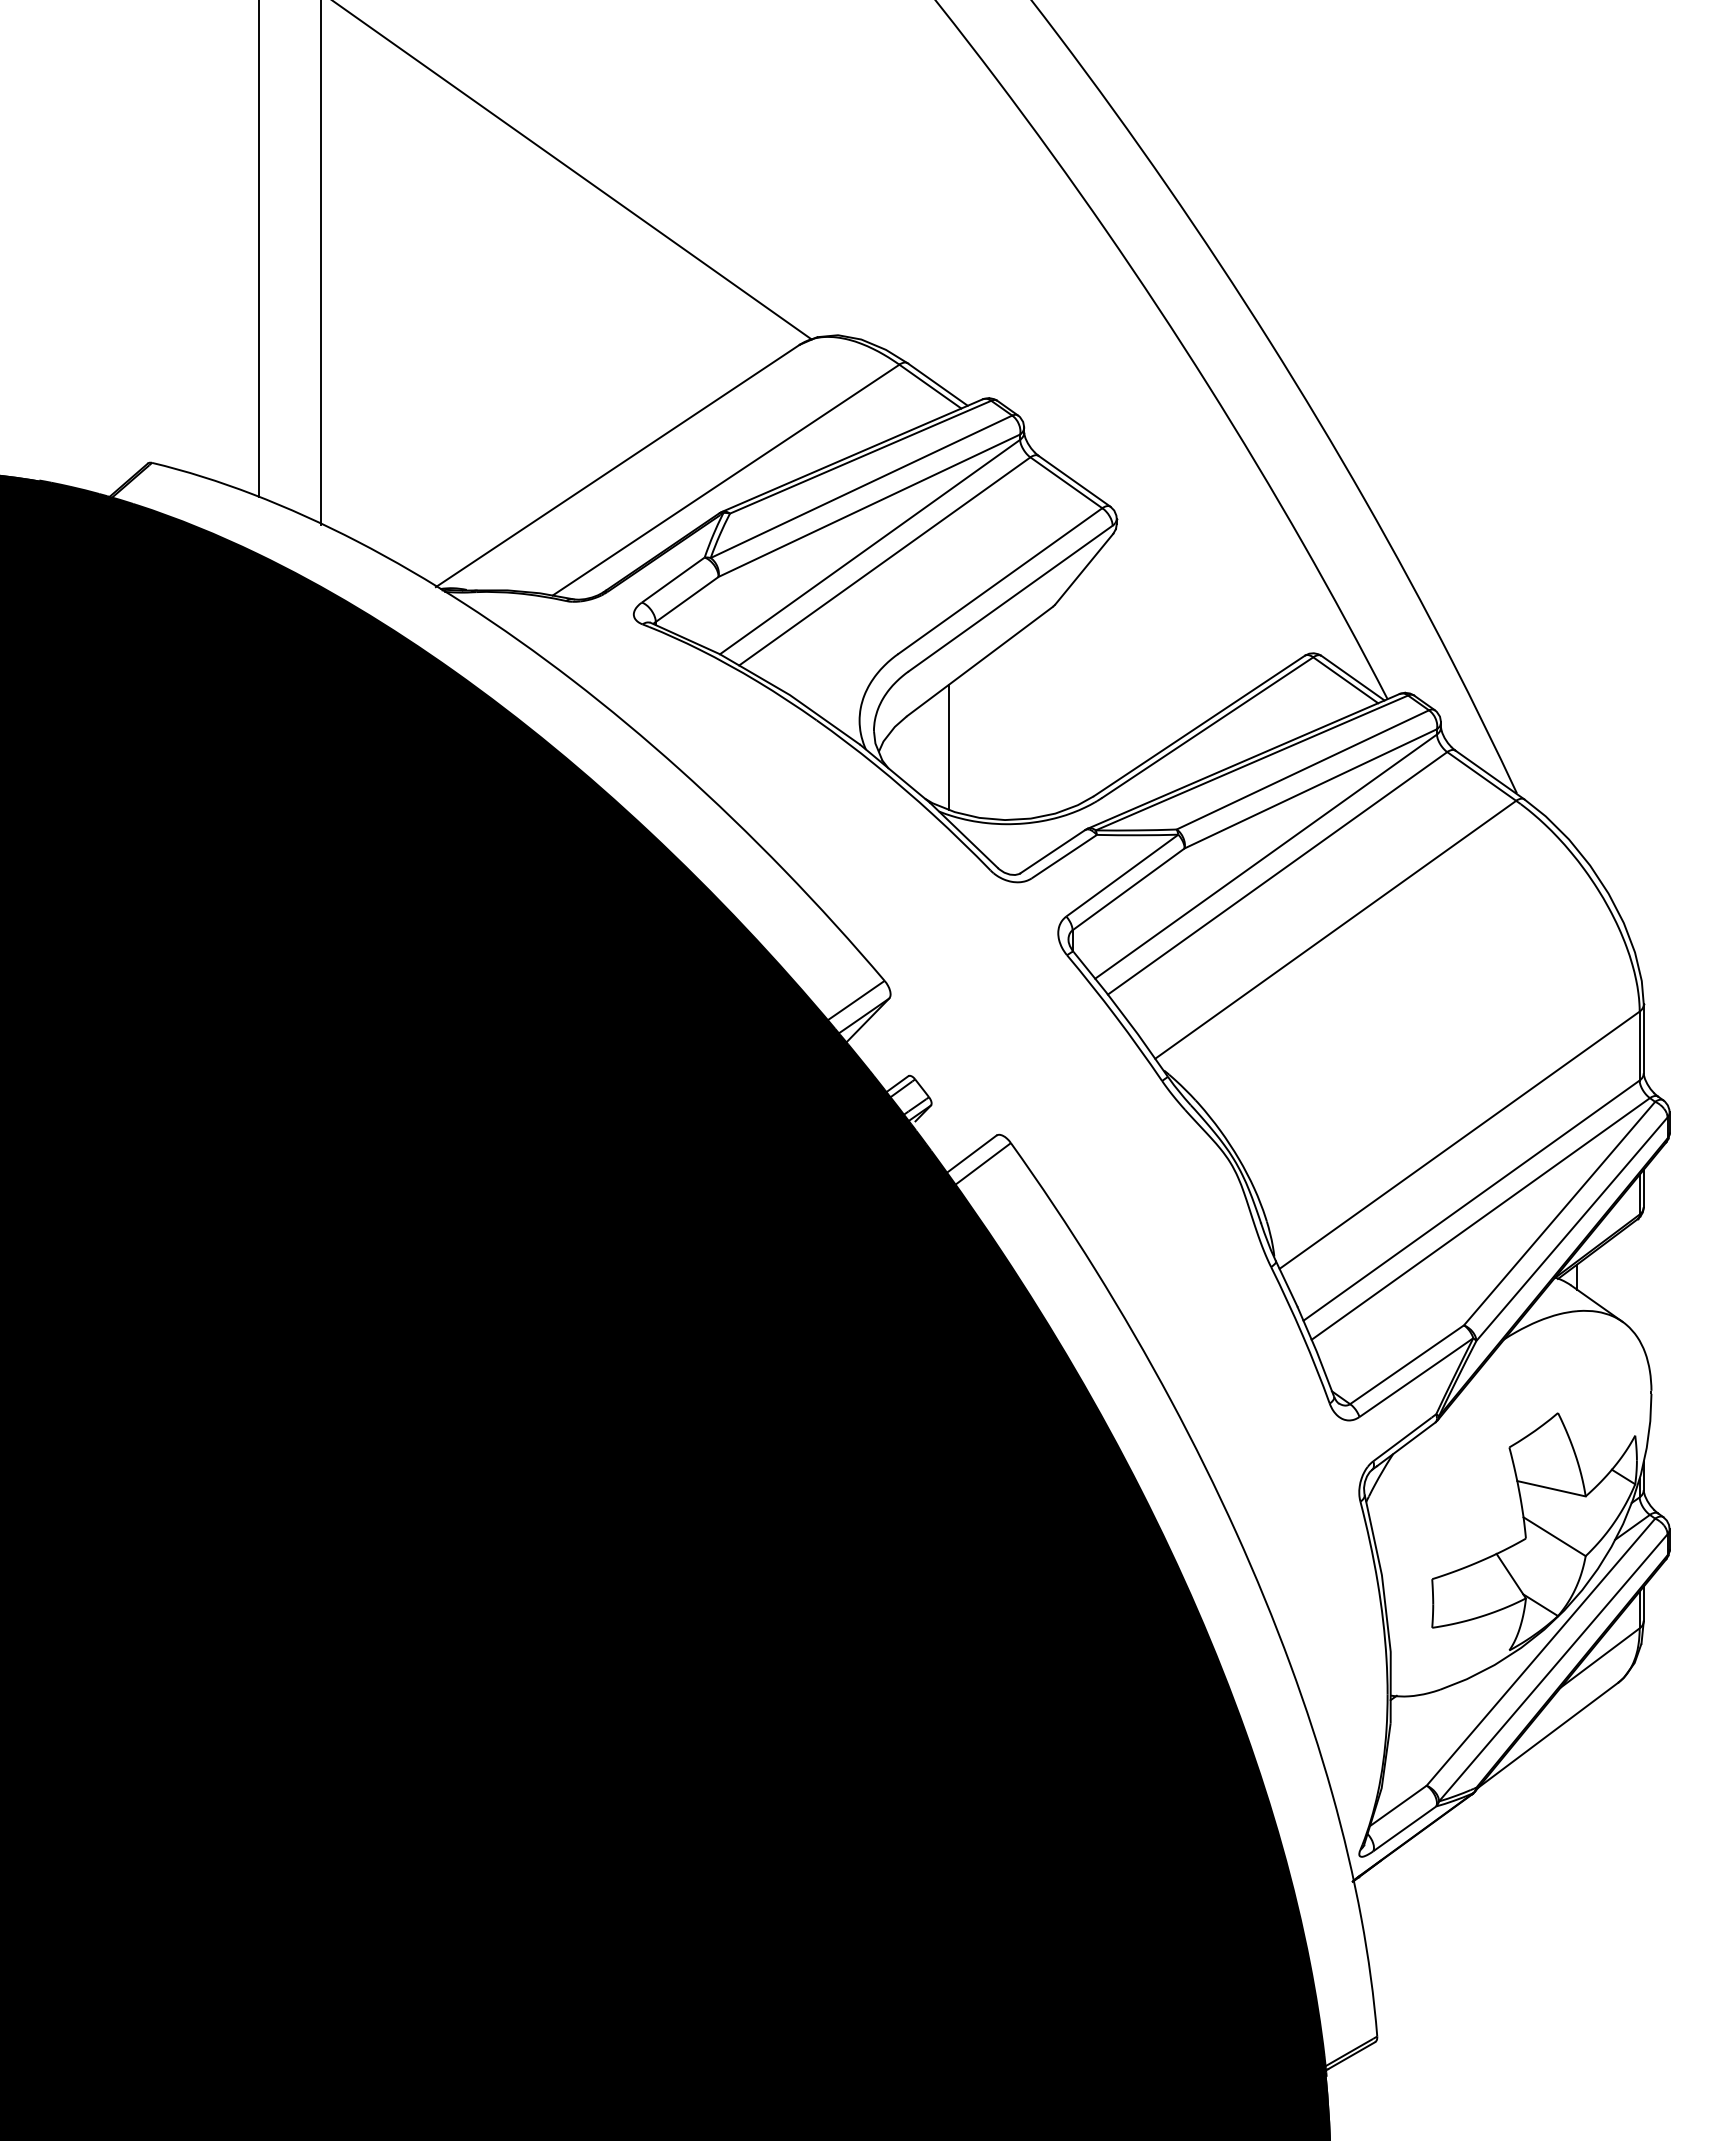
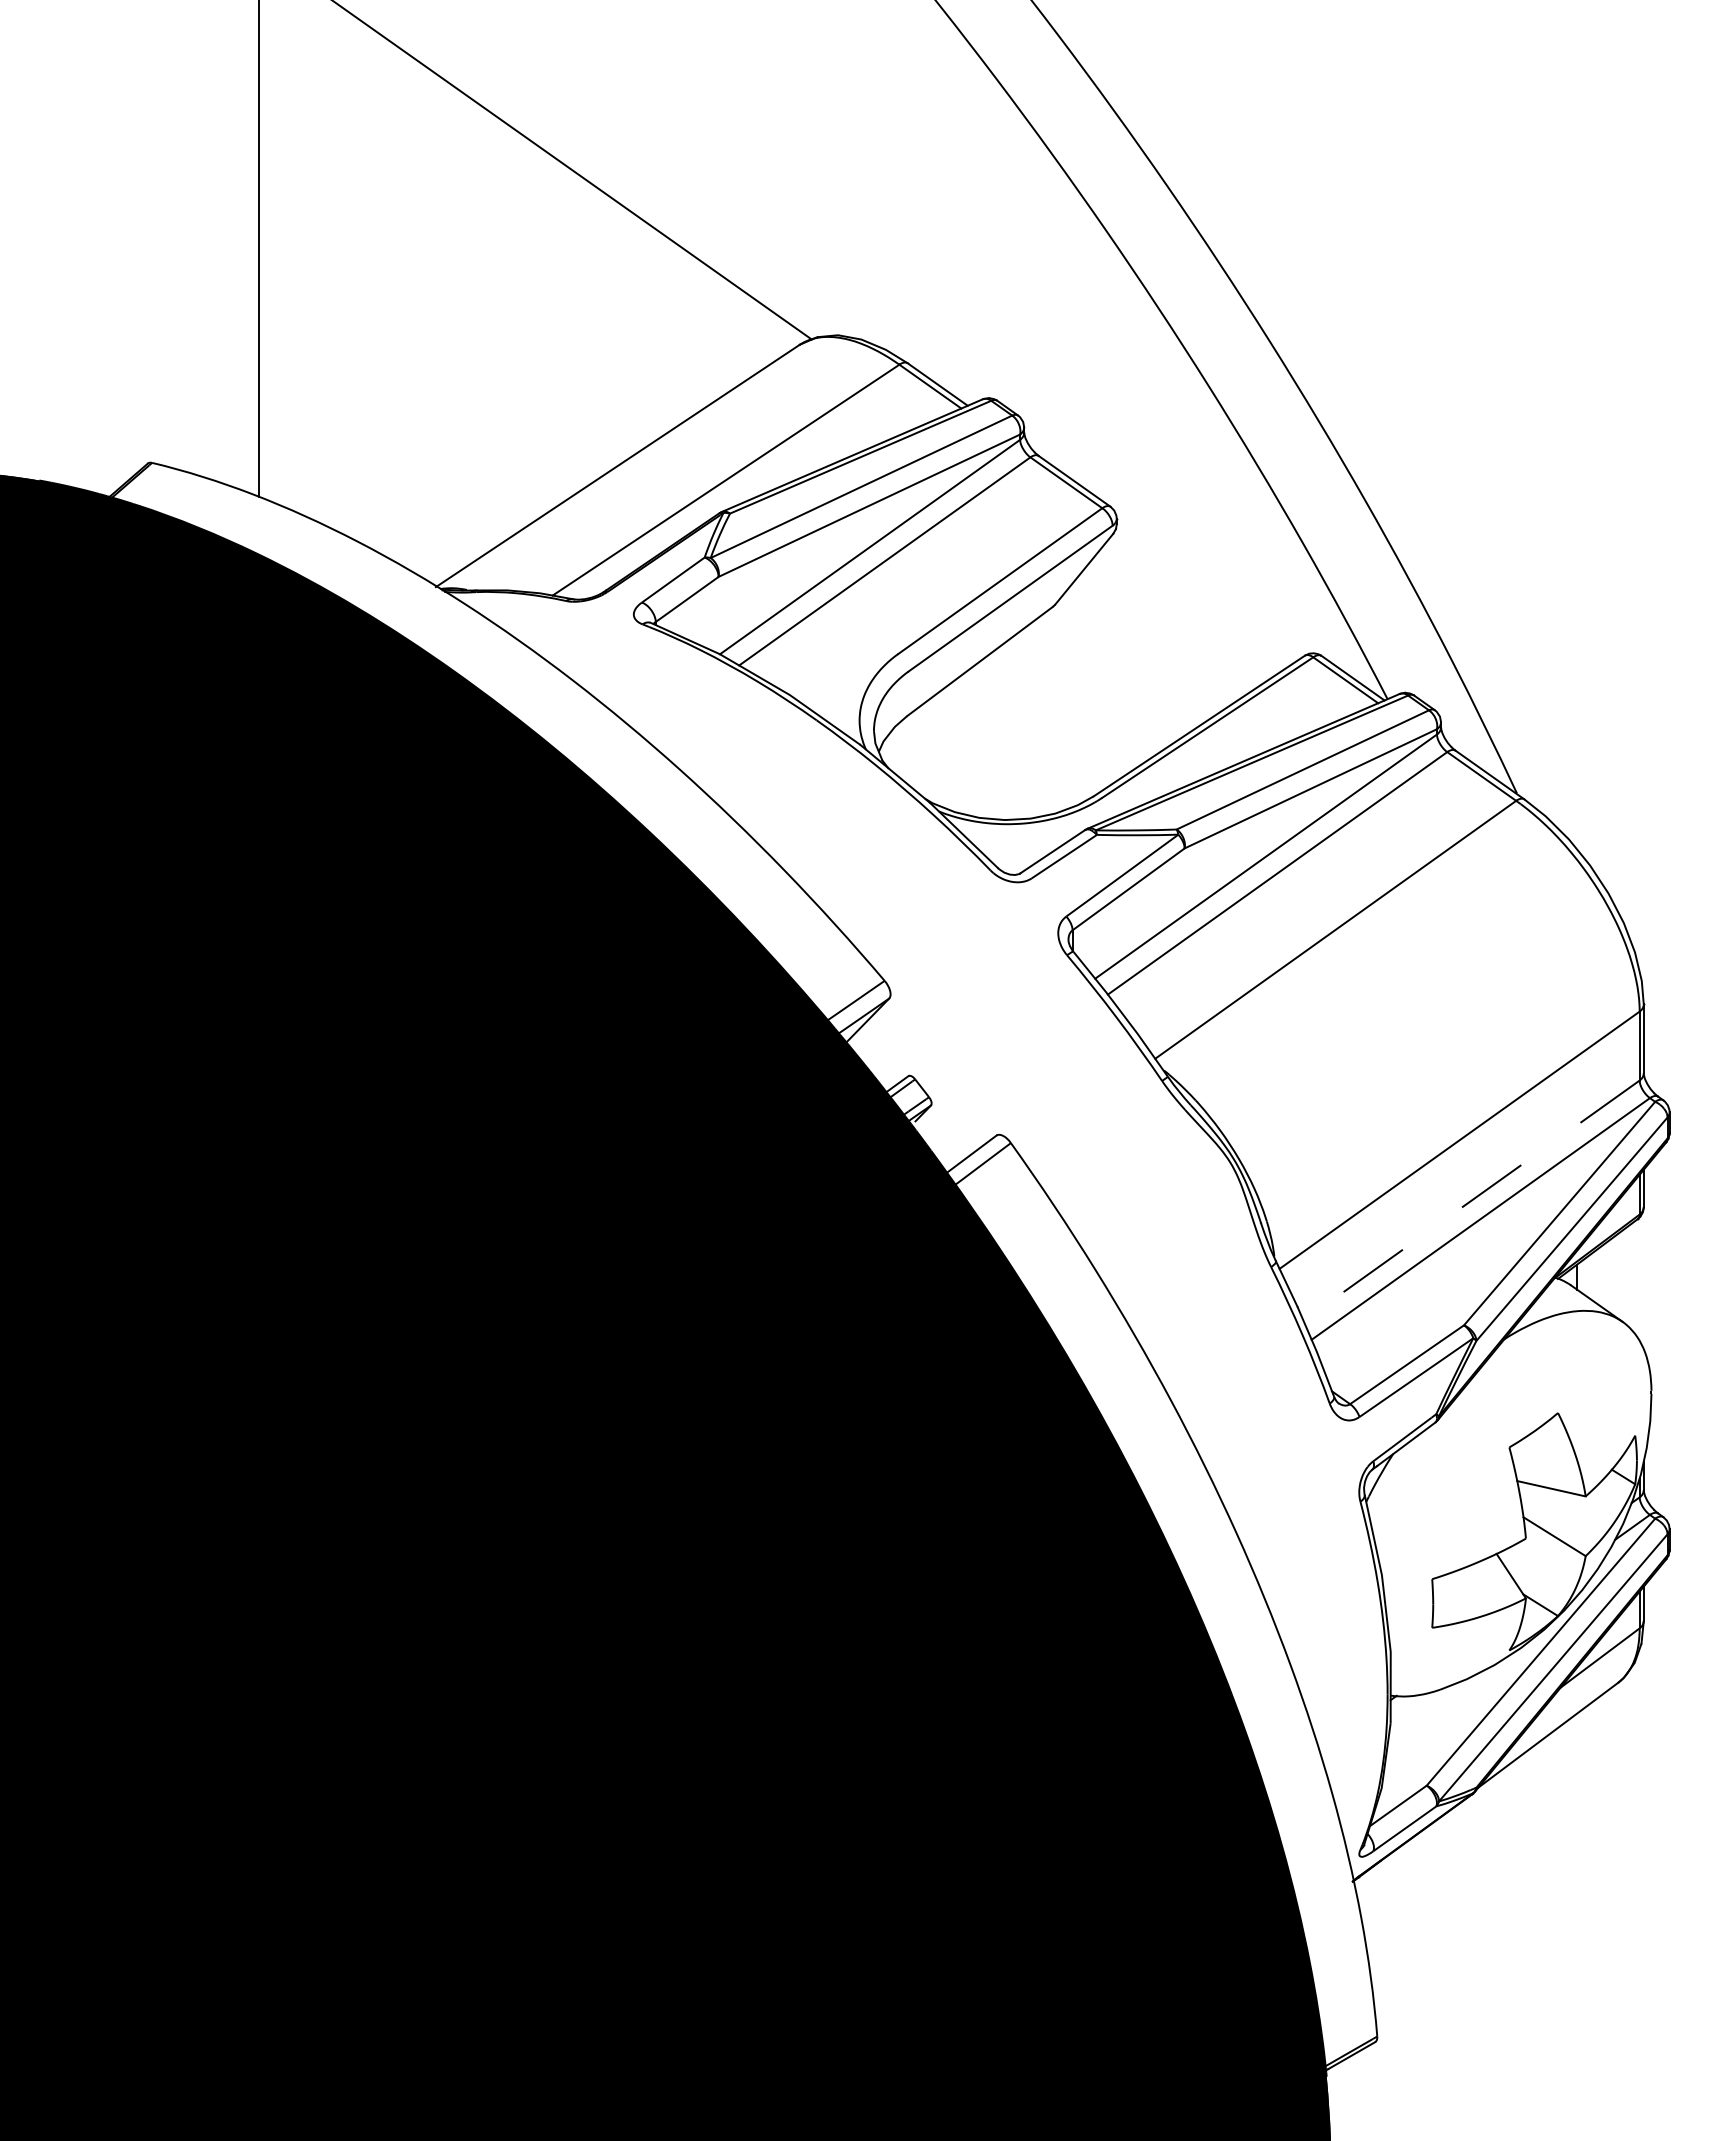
line at (320, 263): present -> none
line at (948, 747): present -> none
line at (1471, 1200): solid -> dashed
